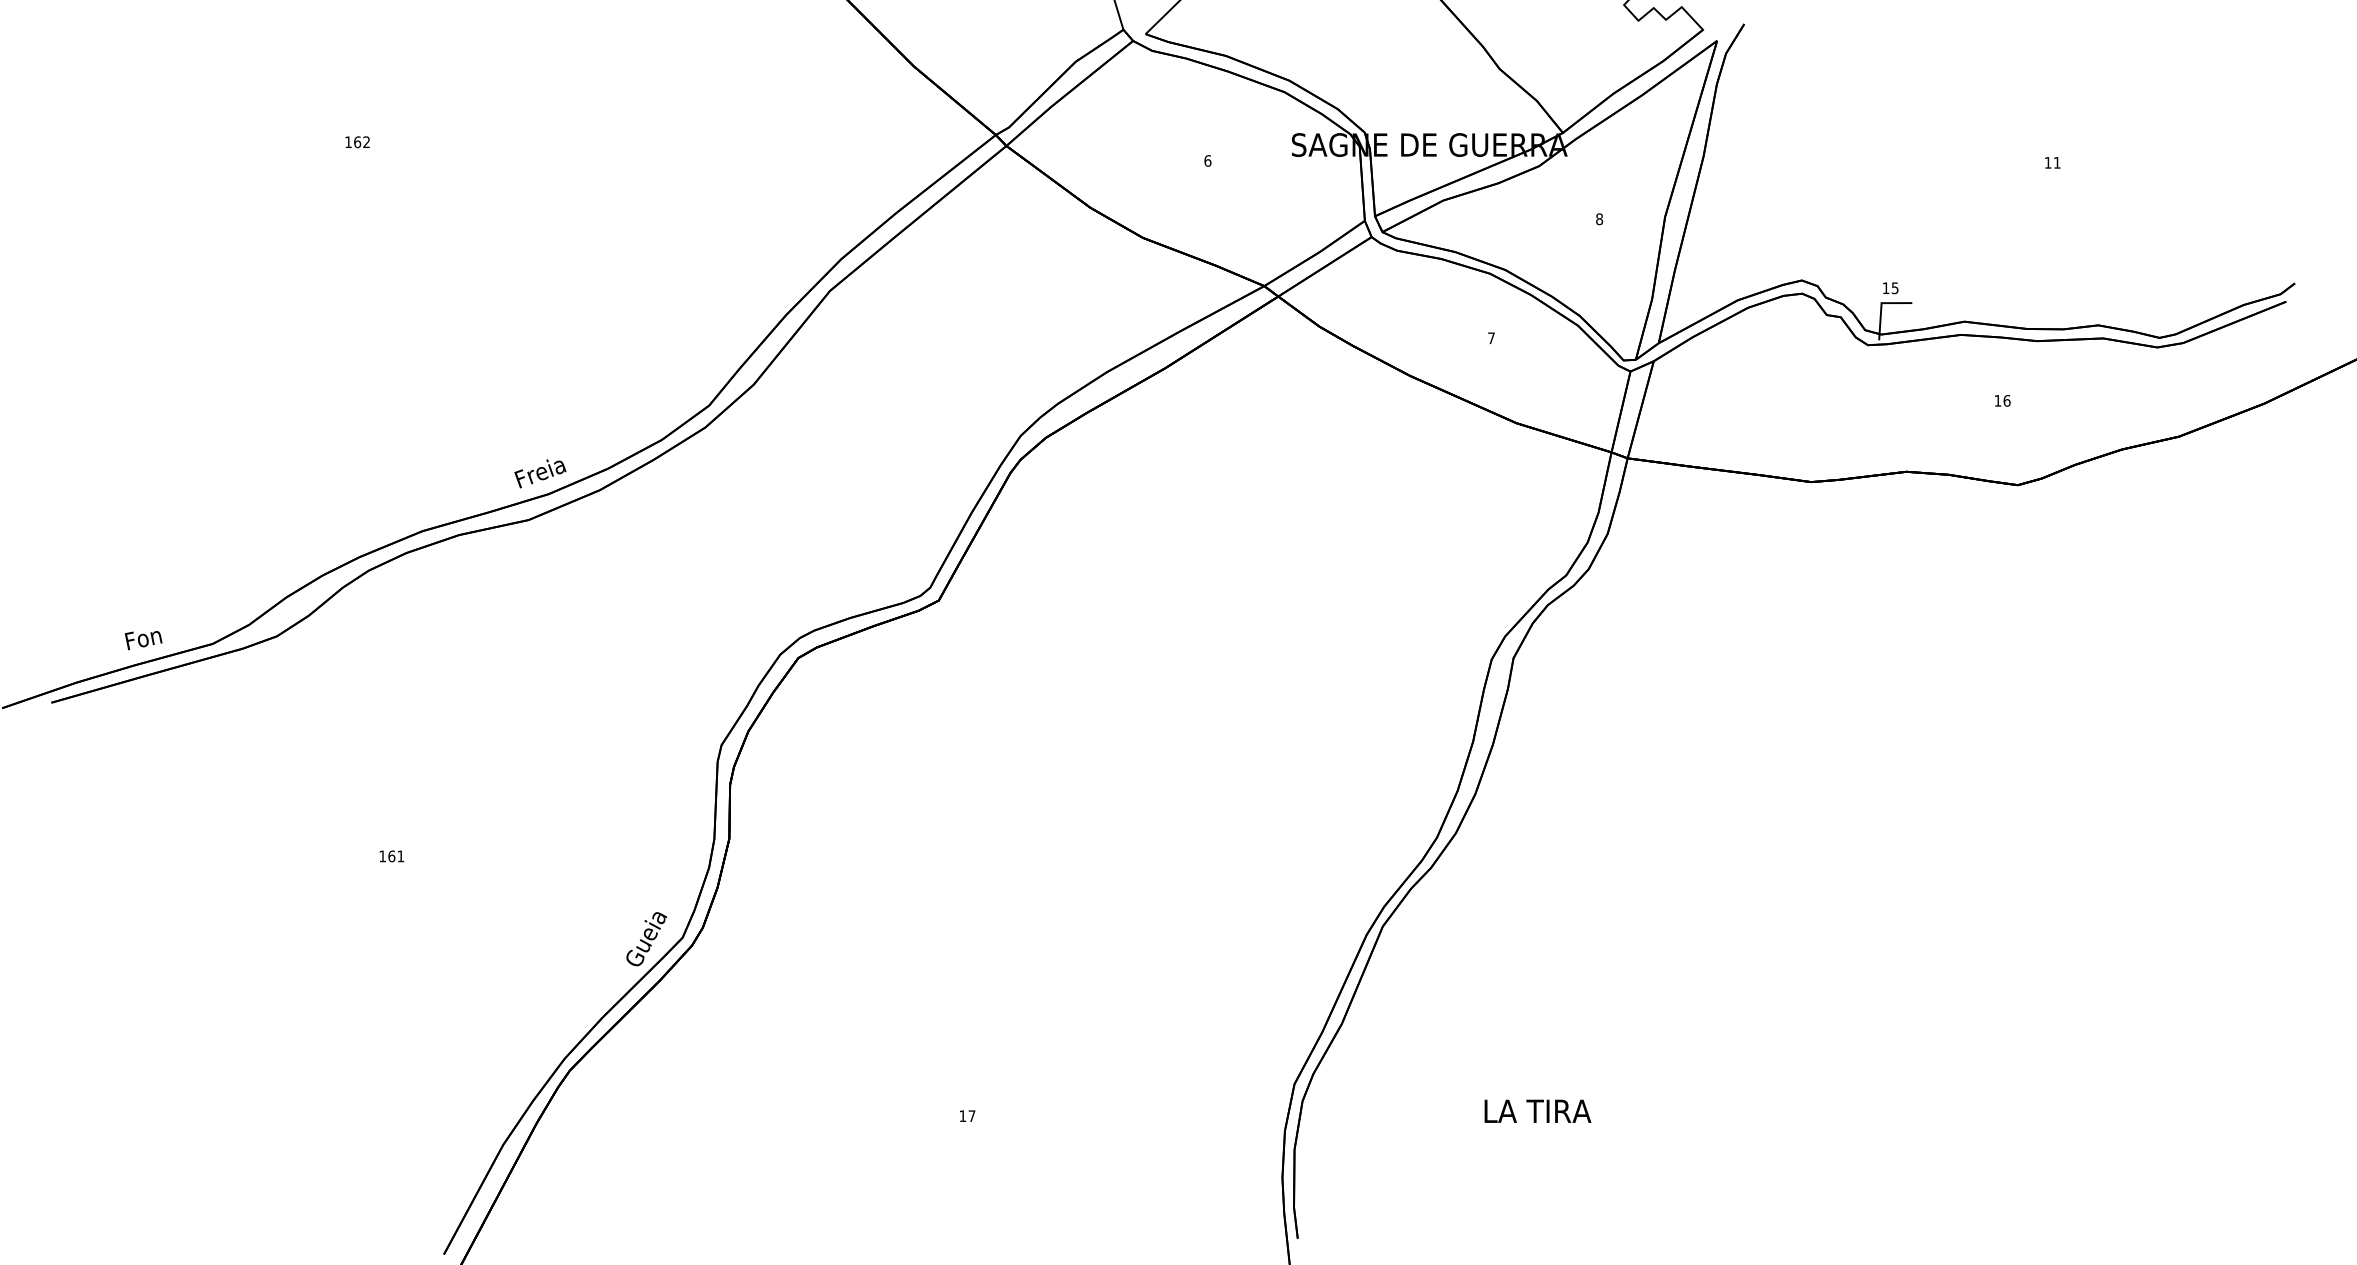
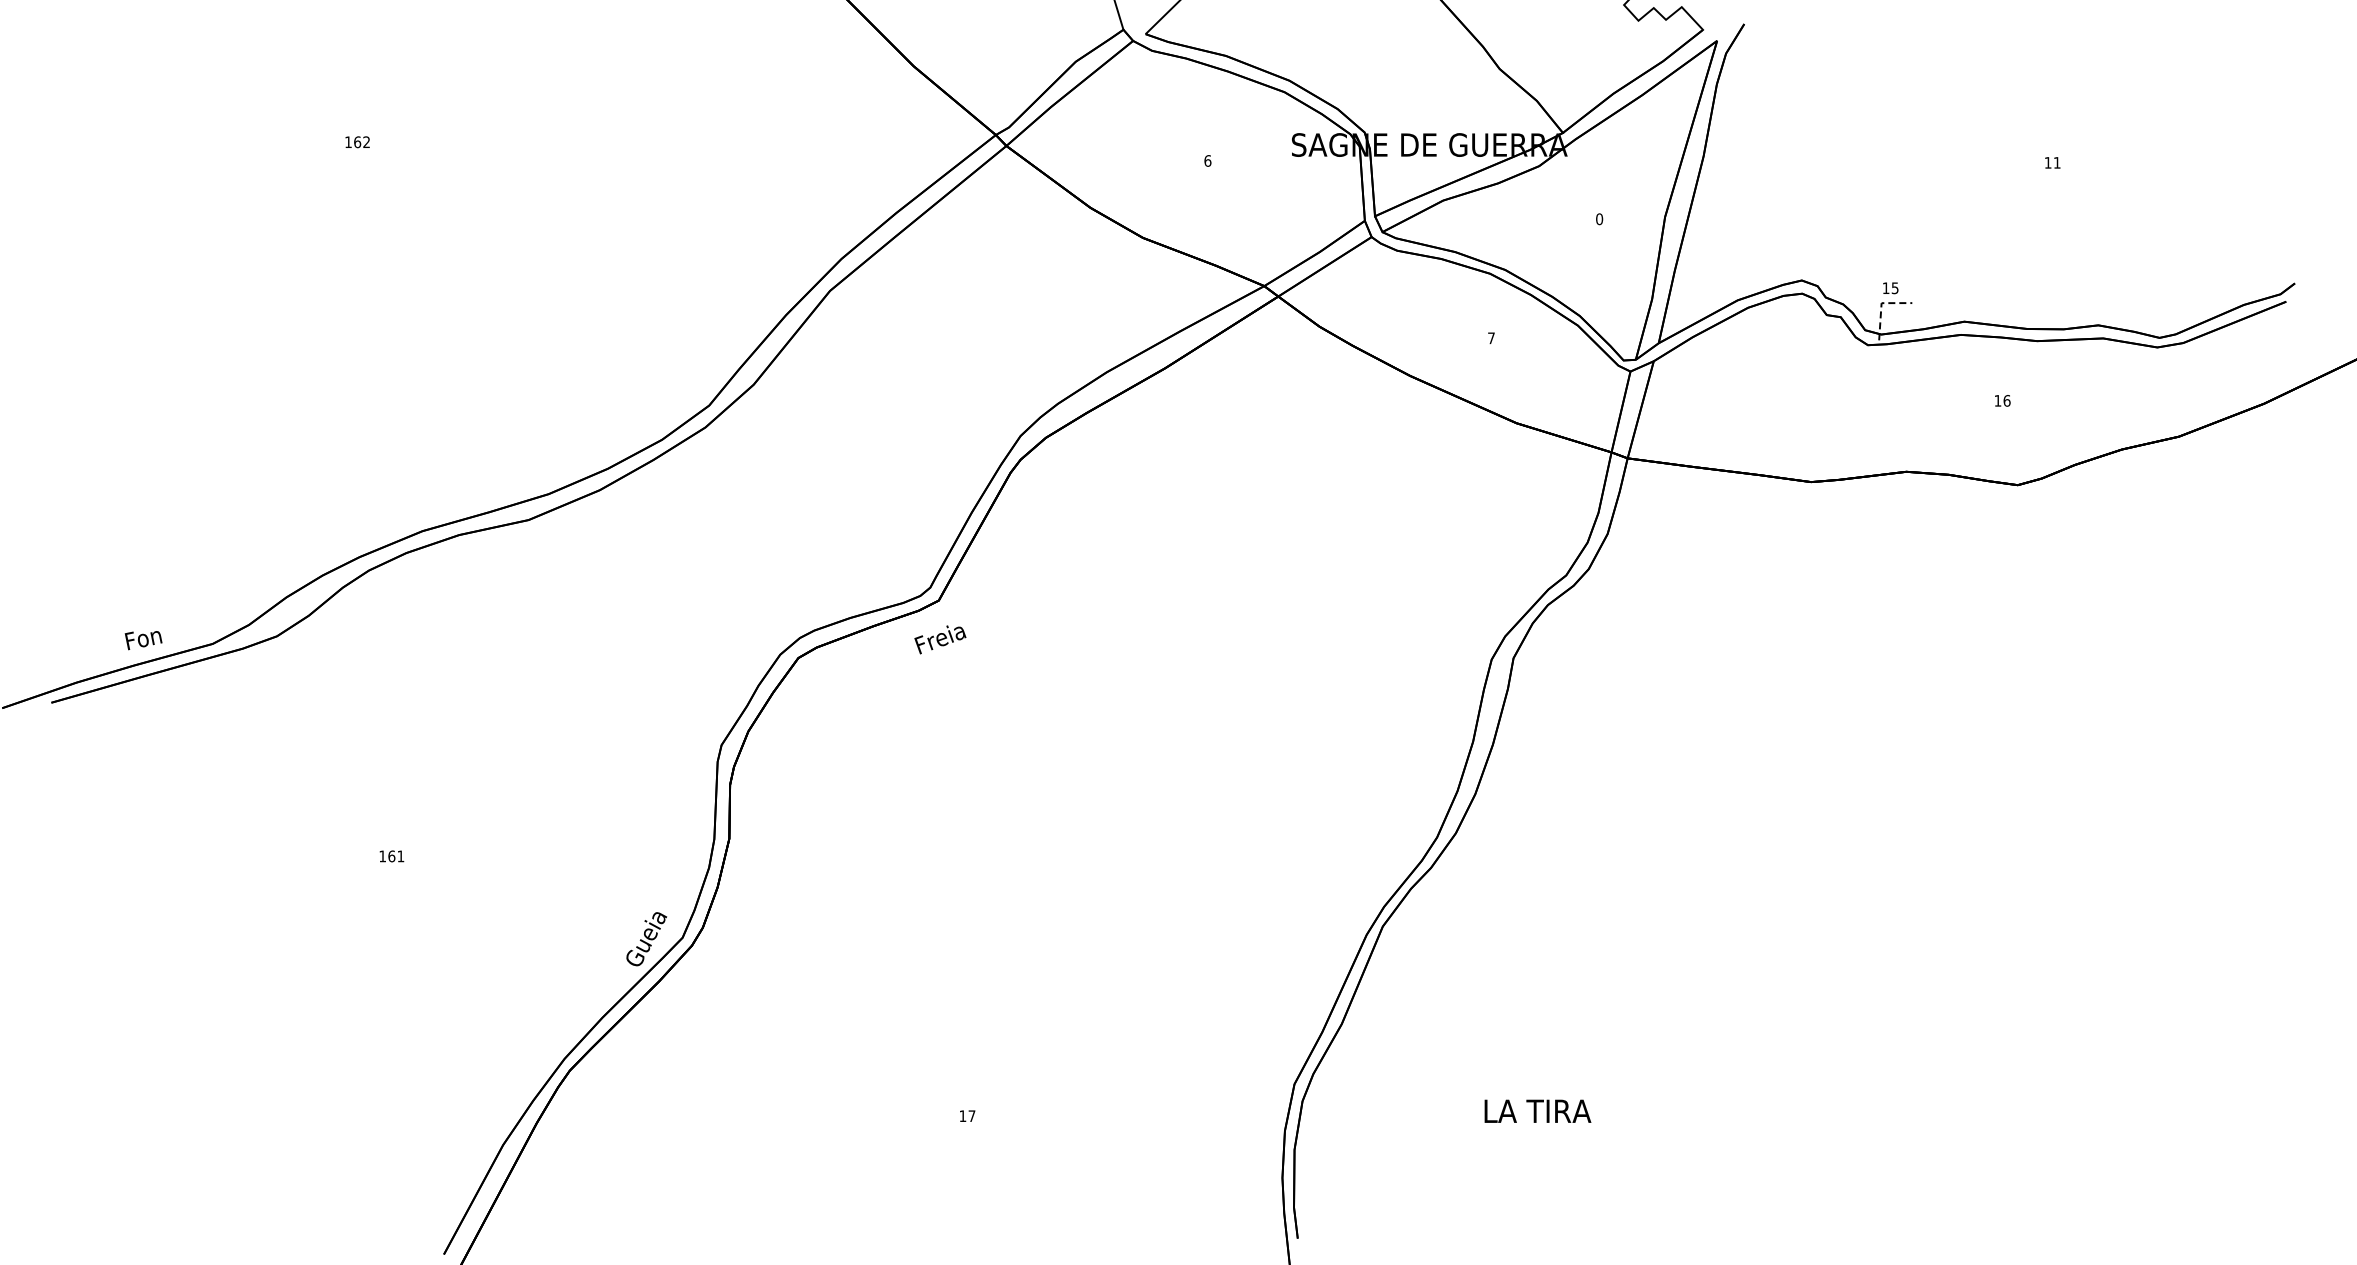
text at (1599, 218): 8 -> 0
line at (1881, 306): solid -> dashed
text at (540, 473) position: (540, 473) -> (940, 639)
